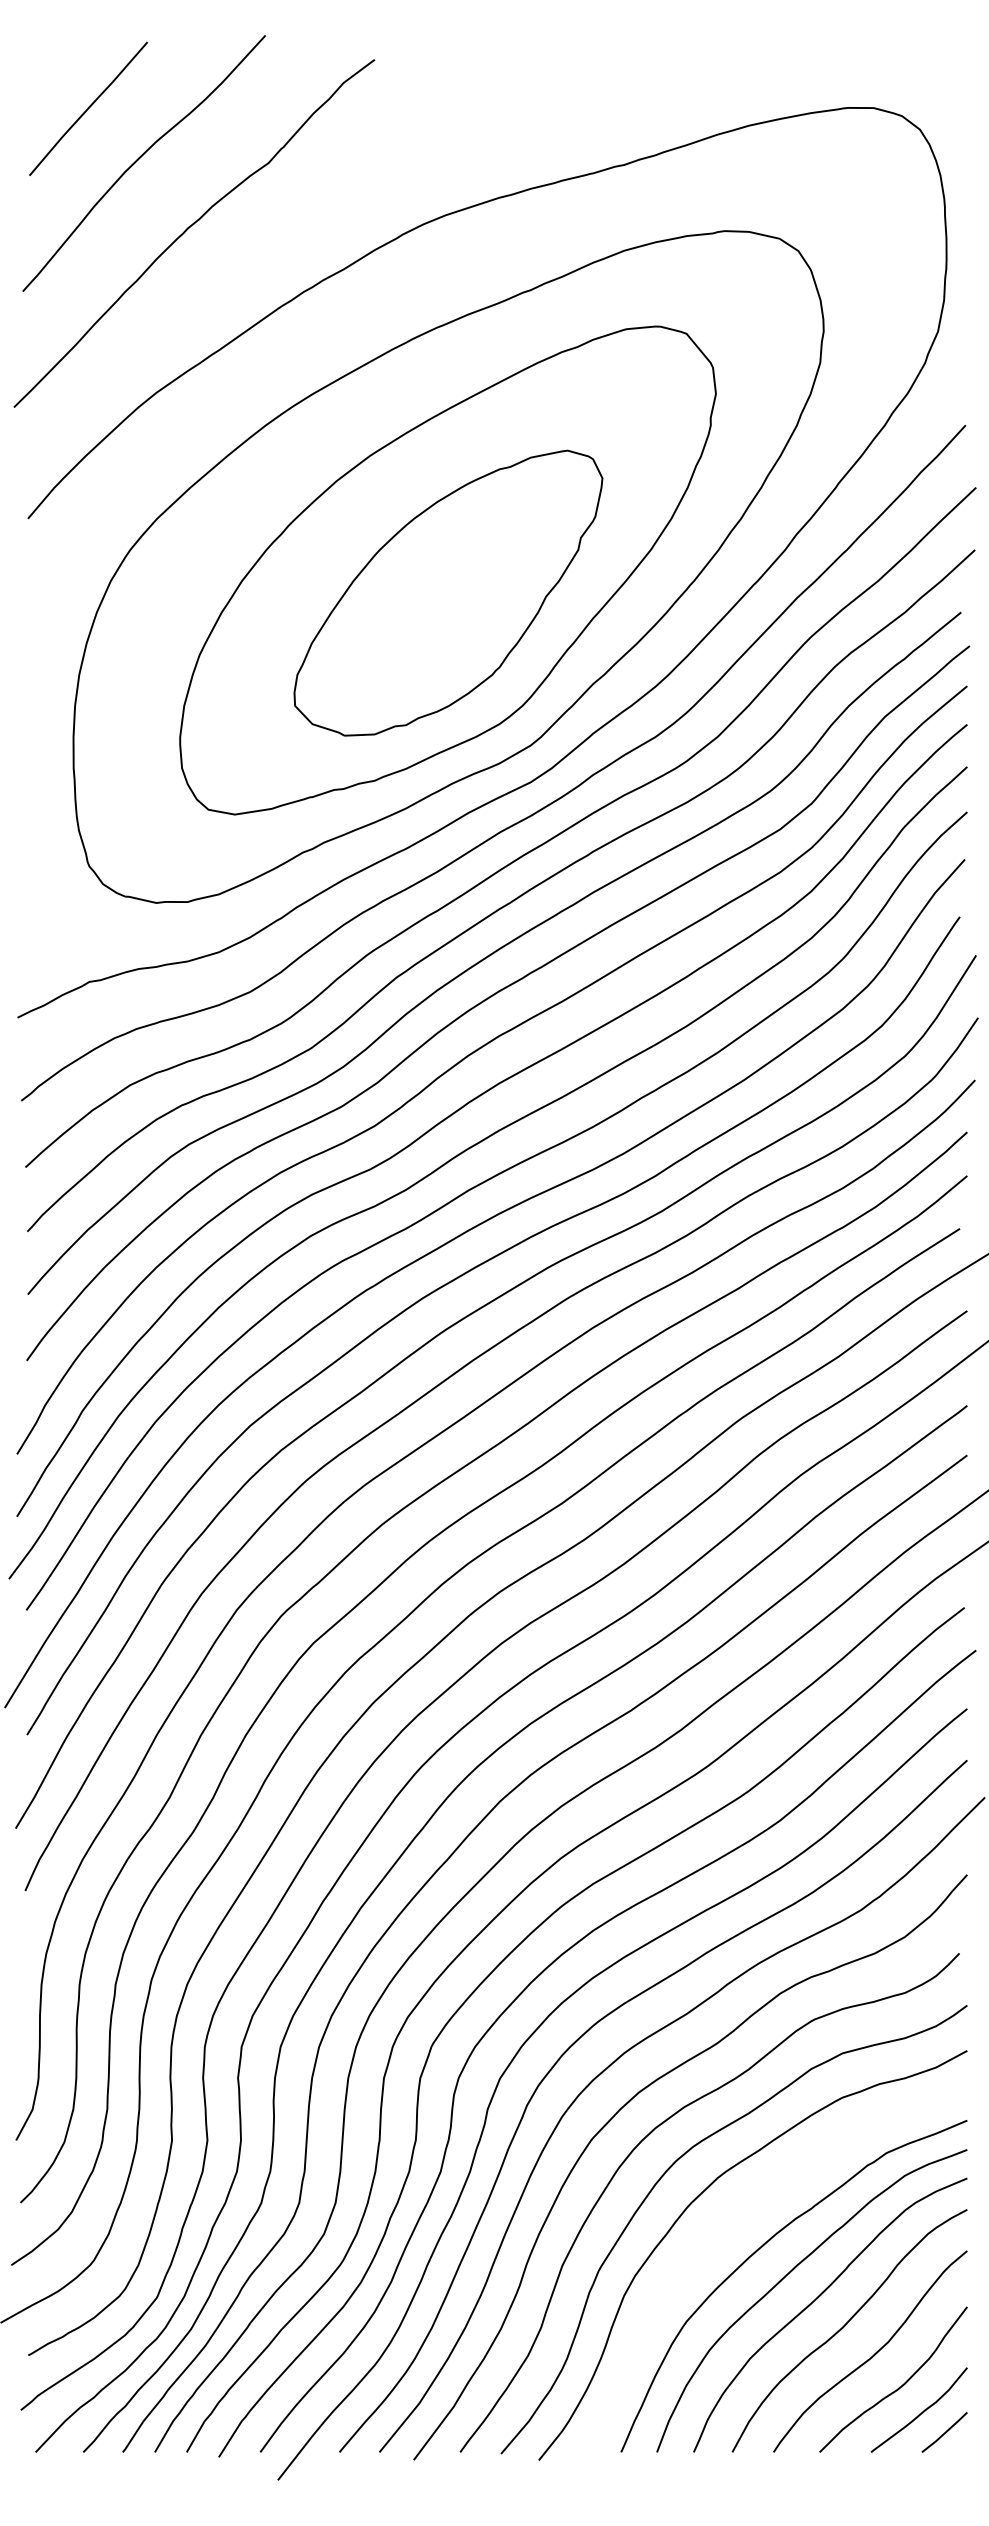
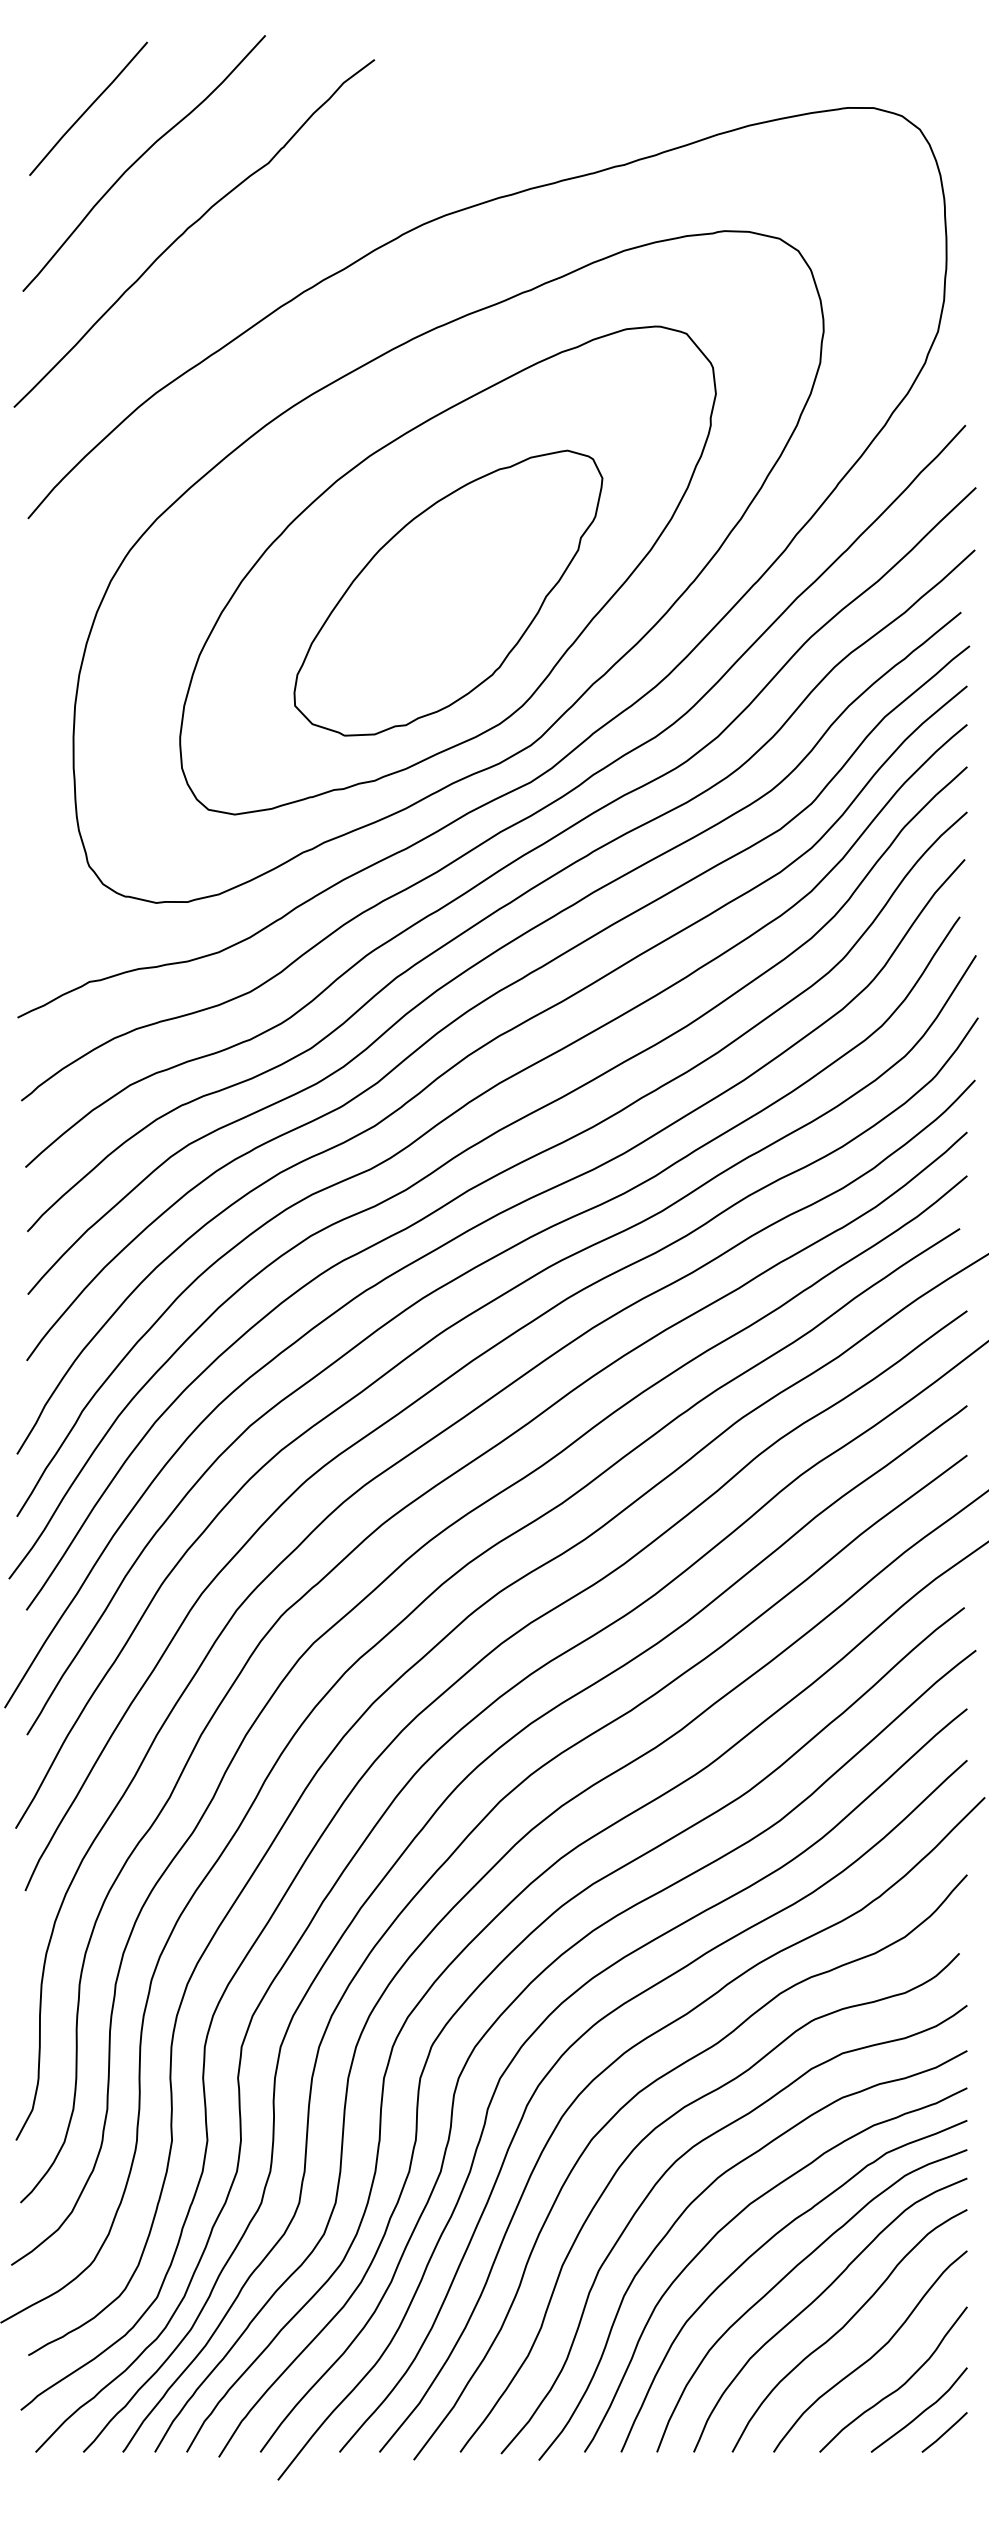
curve at (734, 2219): none -> present
